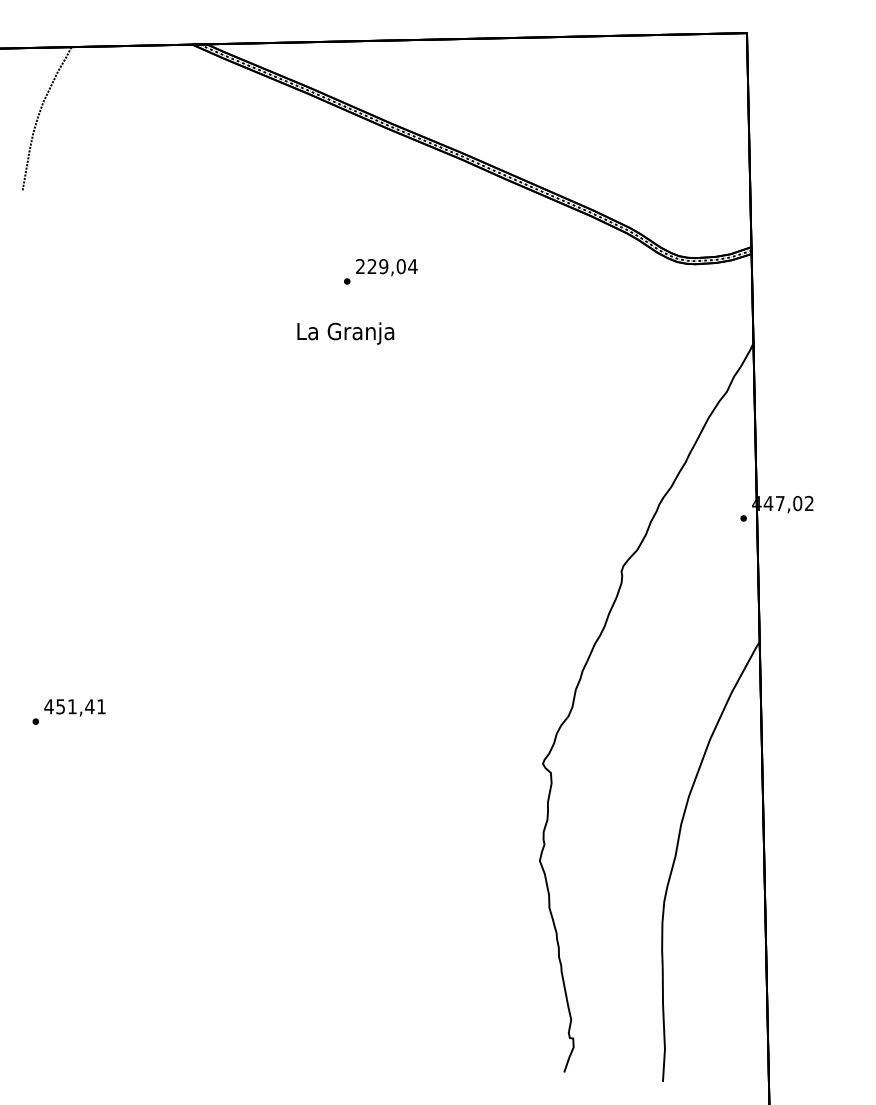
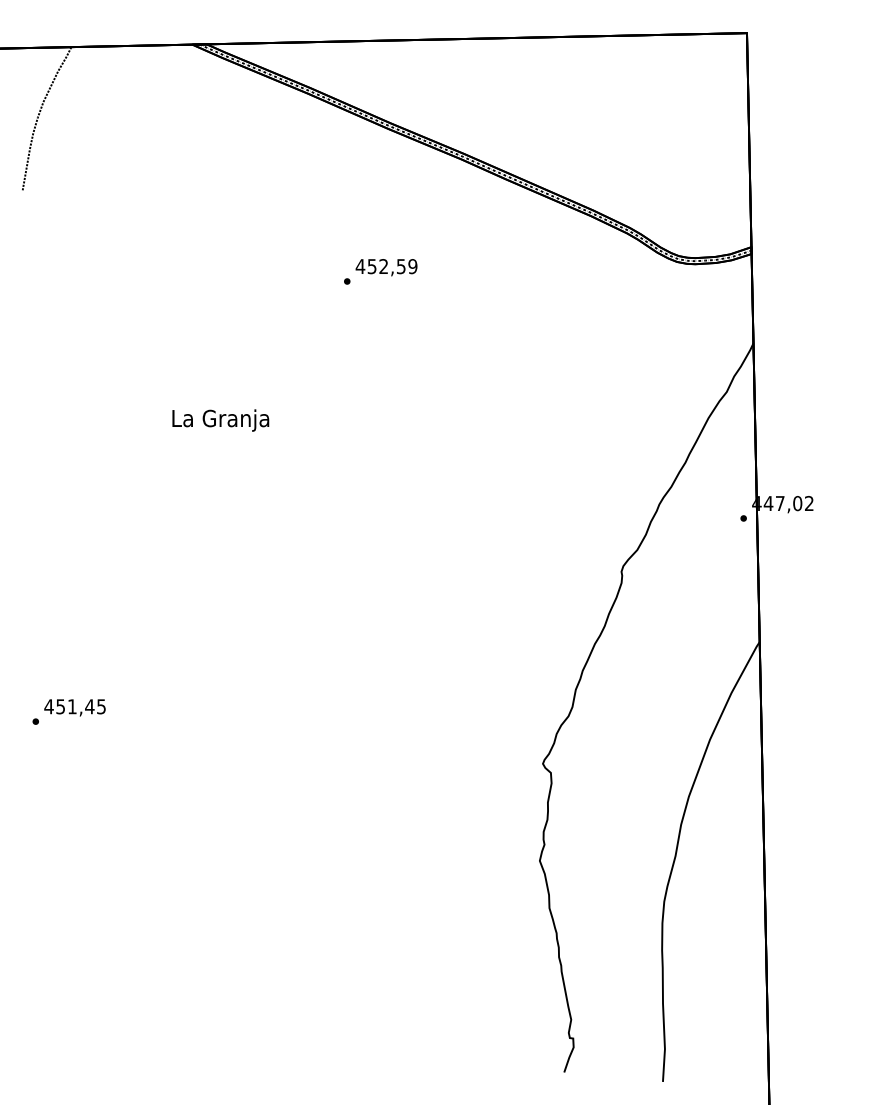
text at (386, 266): 229,04 -> 452,59
text at (345, 333) position: (345, 333) -> (220, 420)
text at (101, 706): 451,41 -> 451,45
